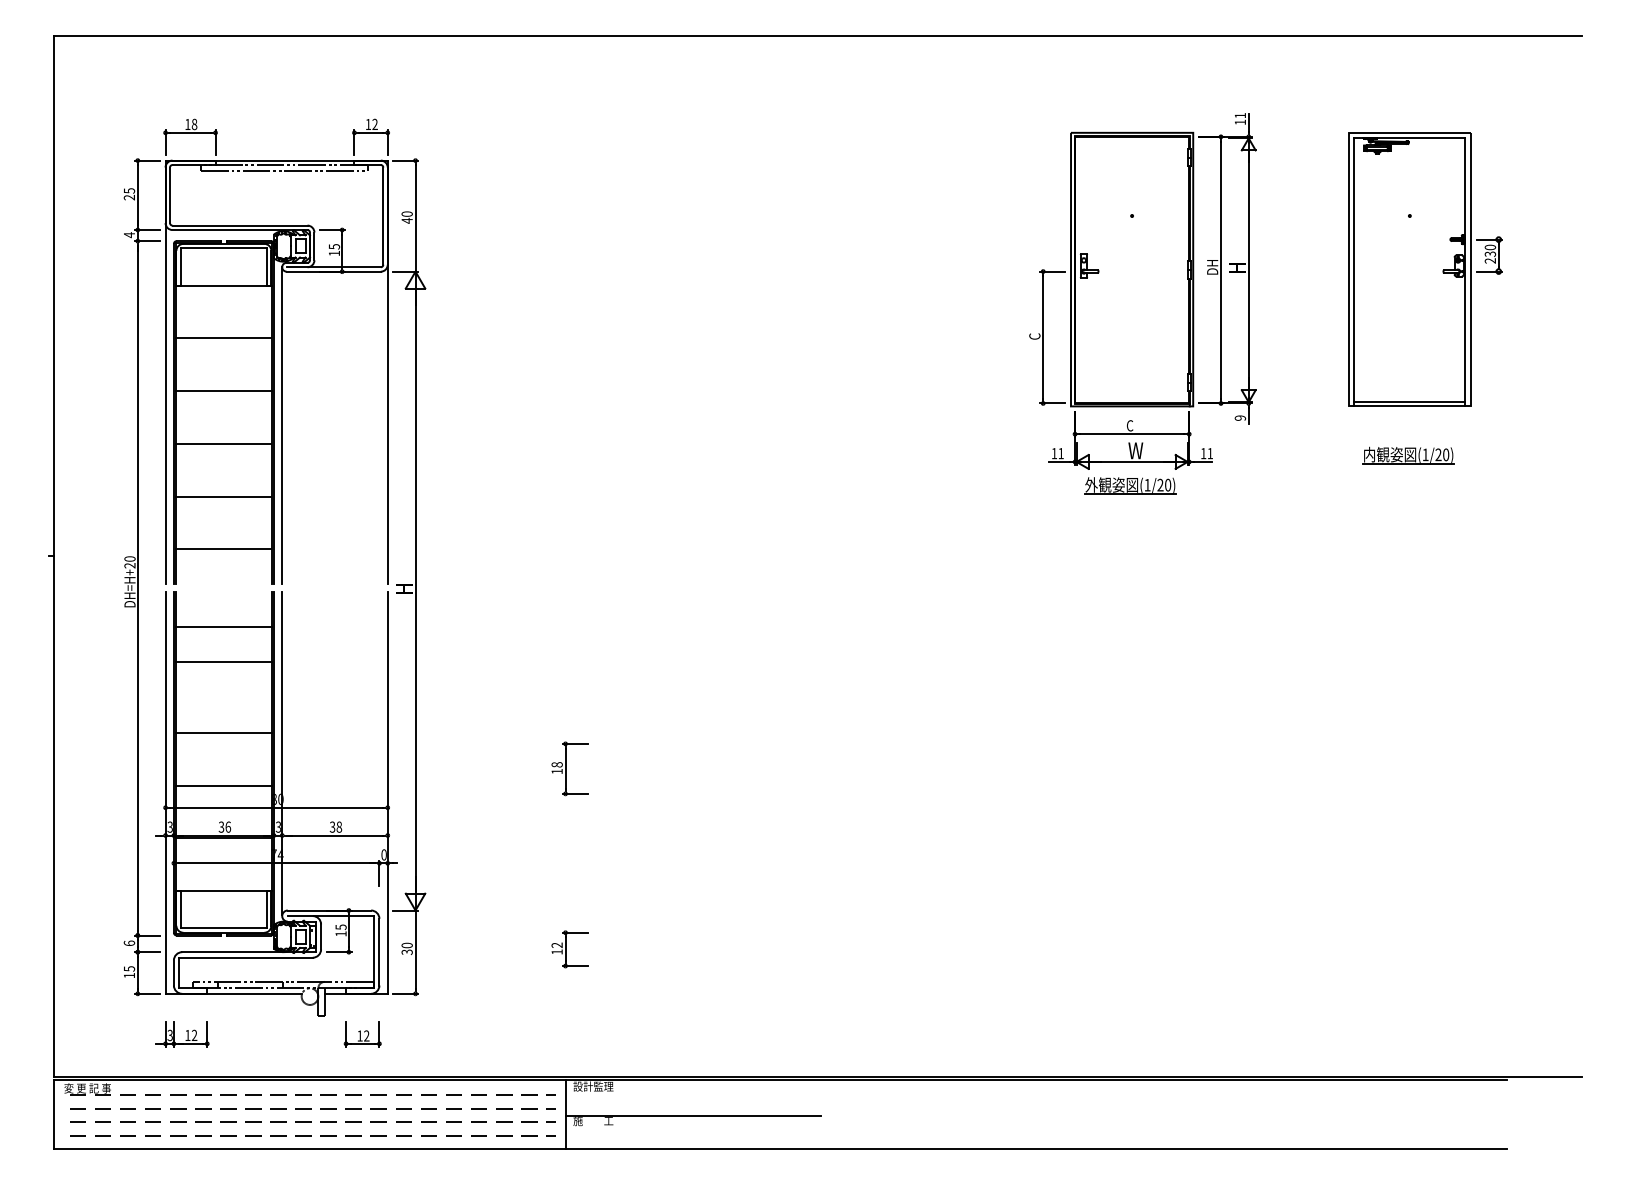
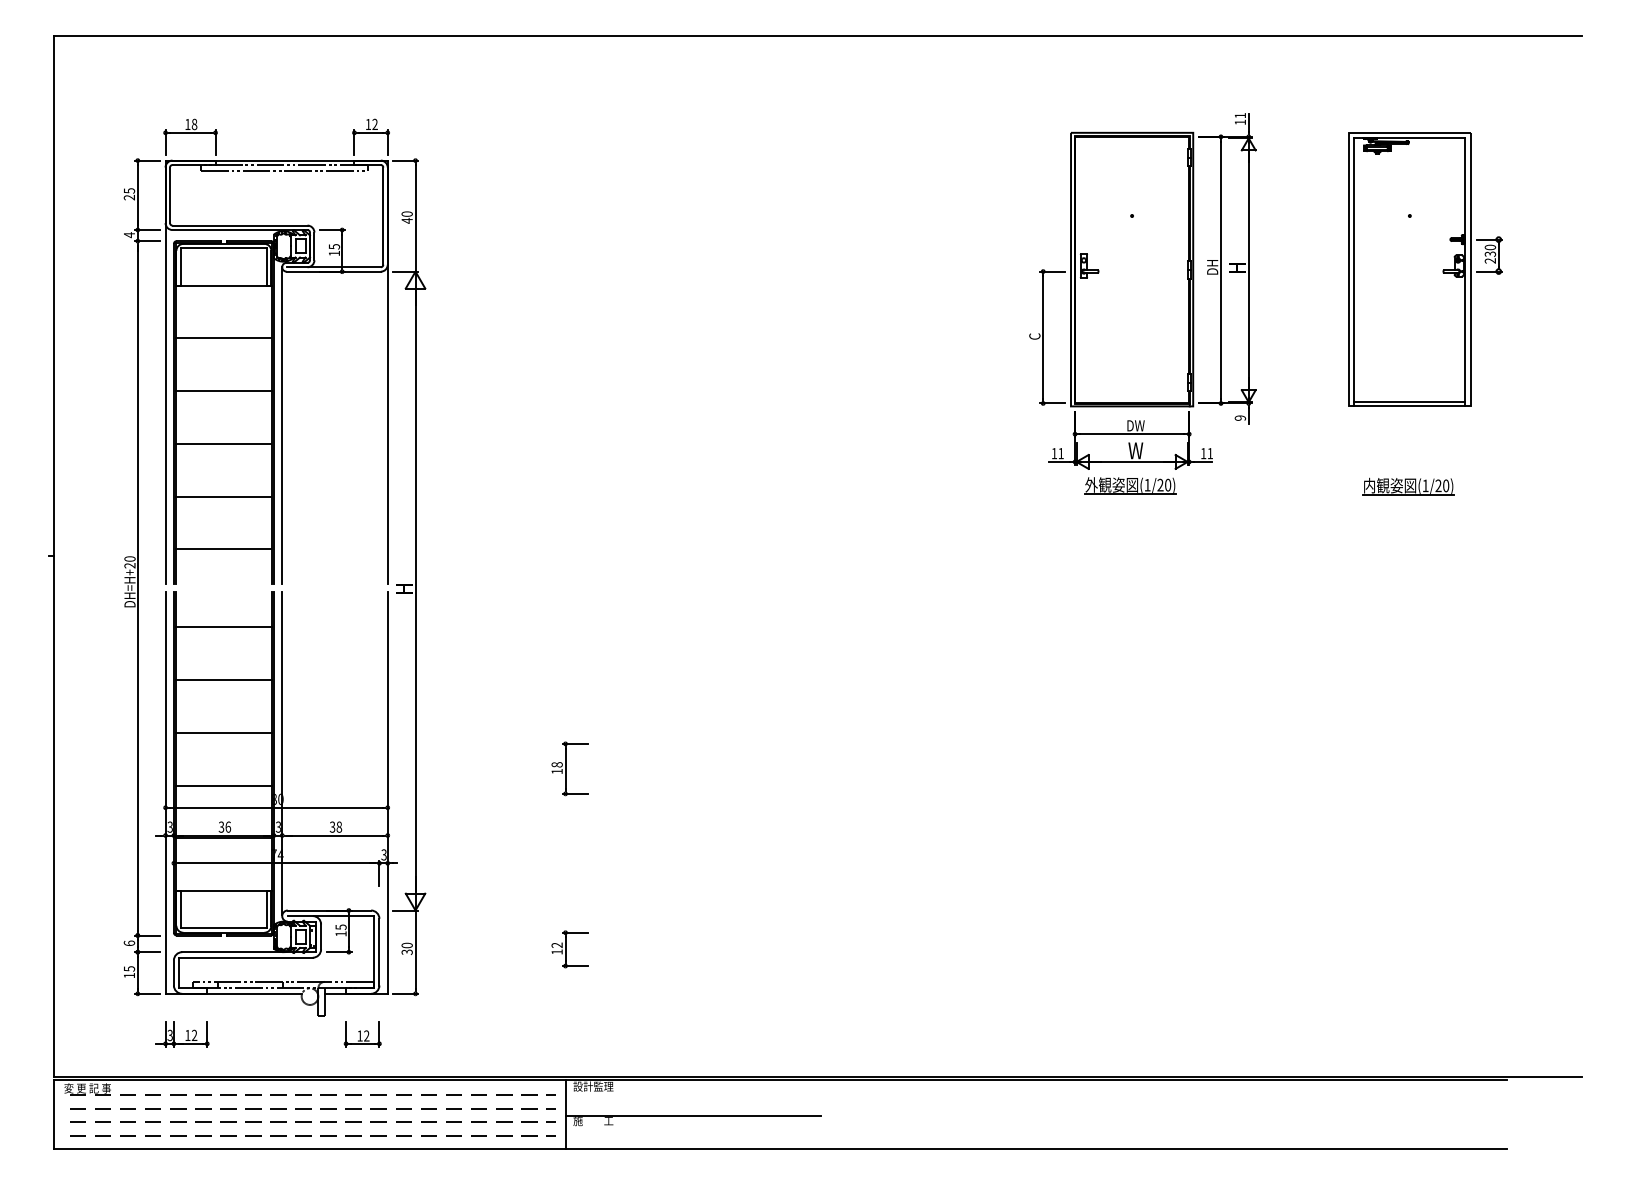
text at (1135, 425): C -> DW
part at (1408, 455) position: (1408, 455) -> (1408, 486)
line at (223, 661) position: (223, 661) -> (223, 679)
text at (383, 854): 0 -> 3
